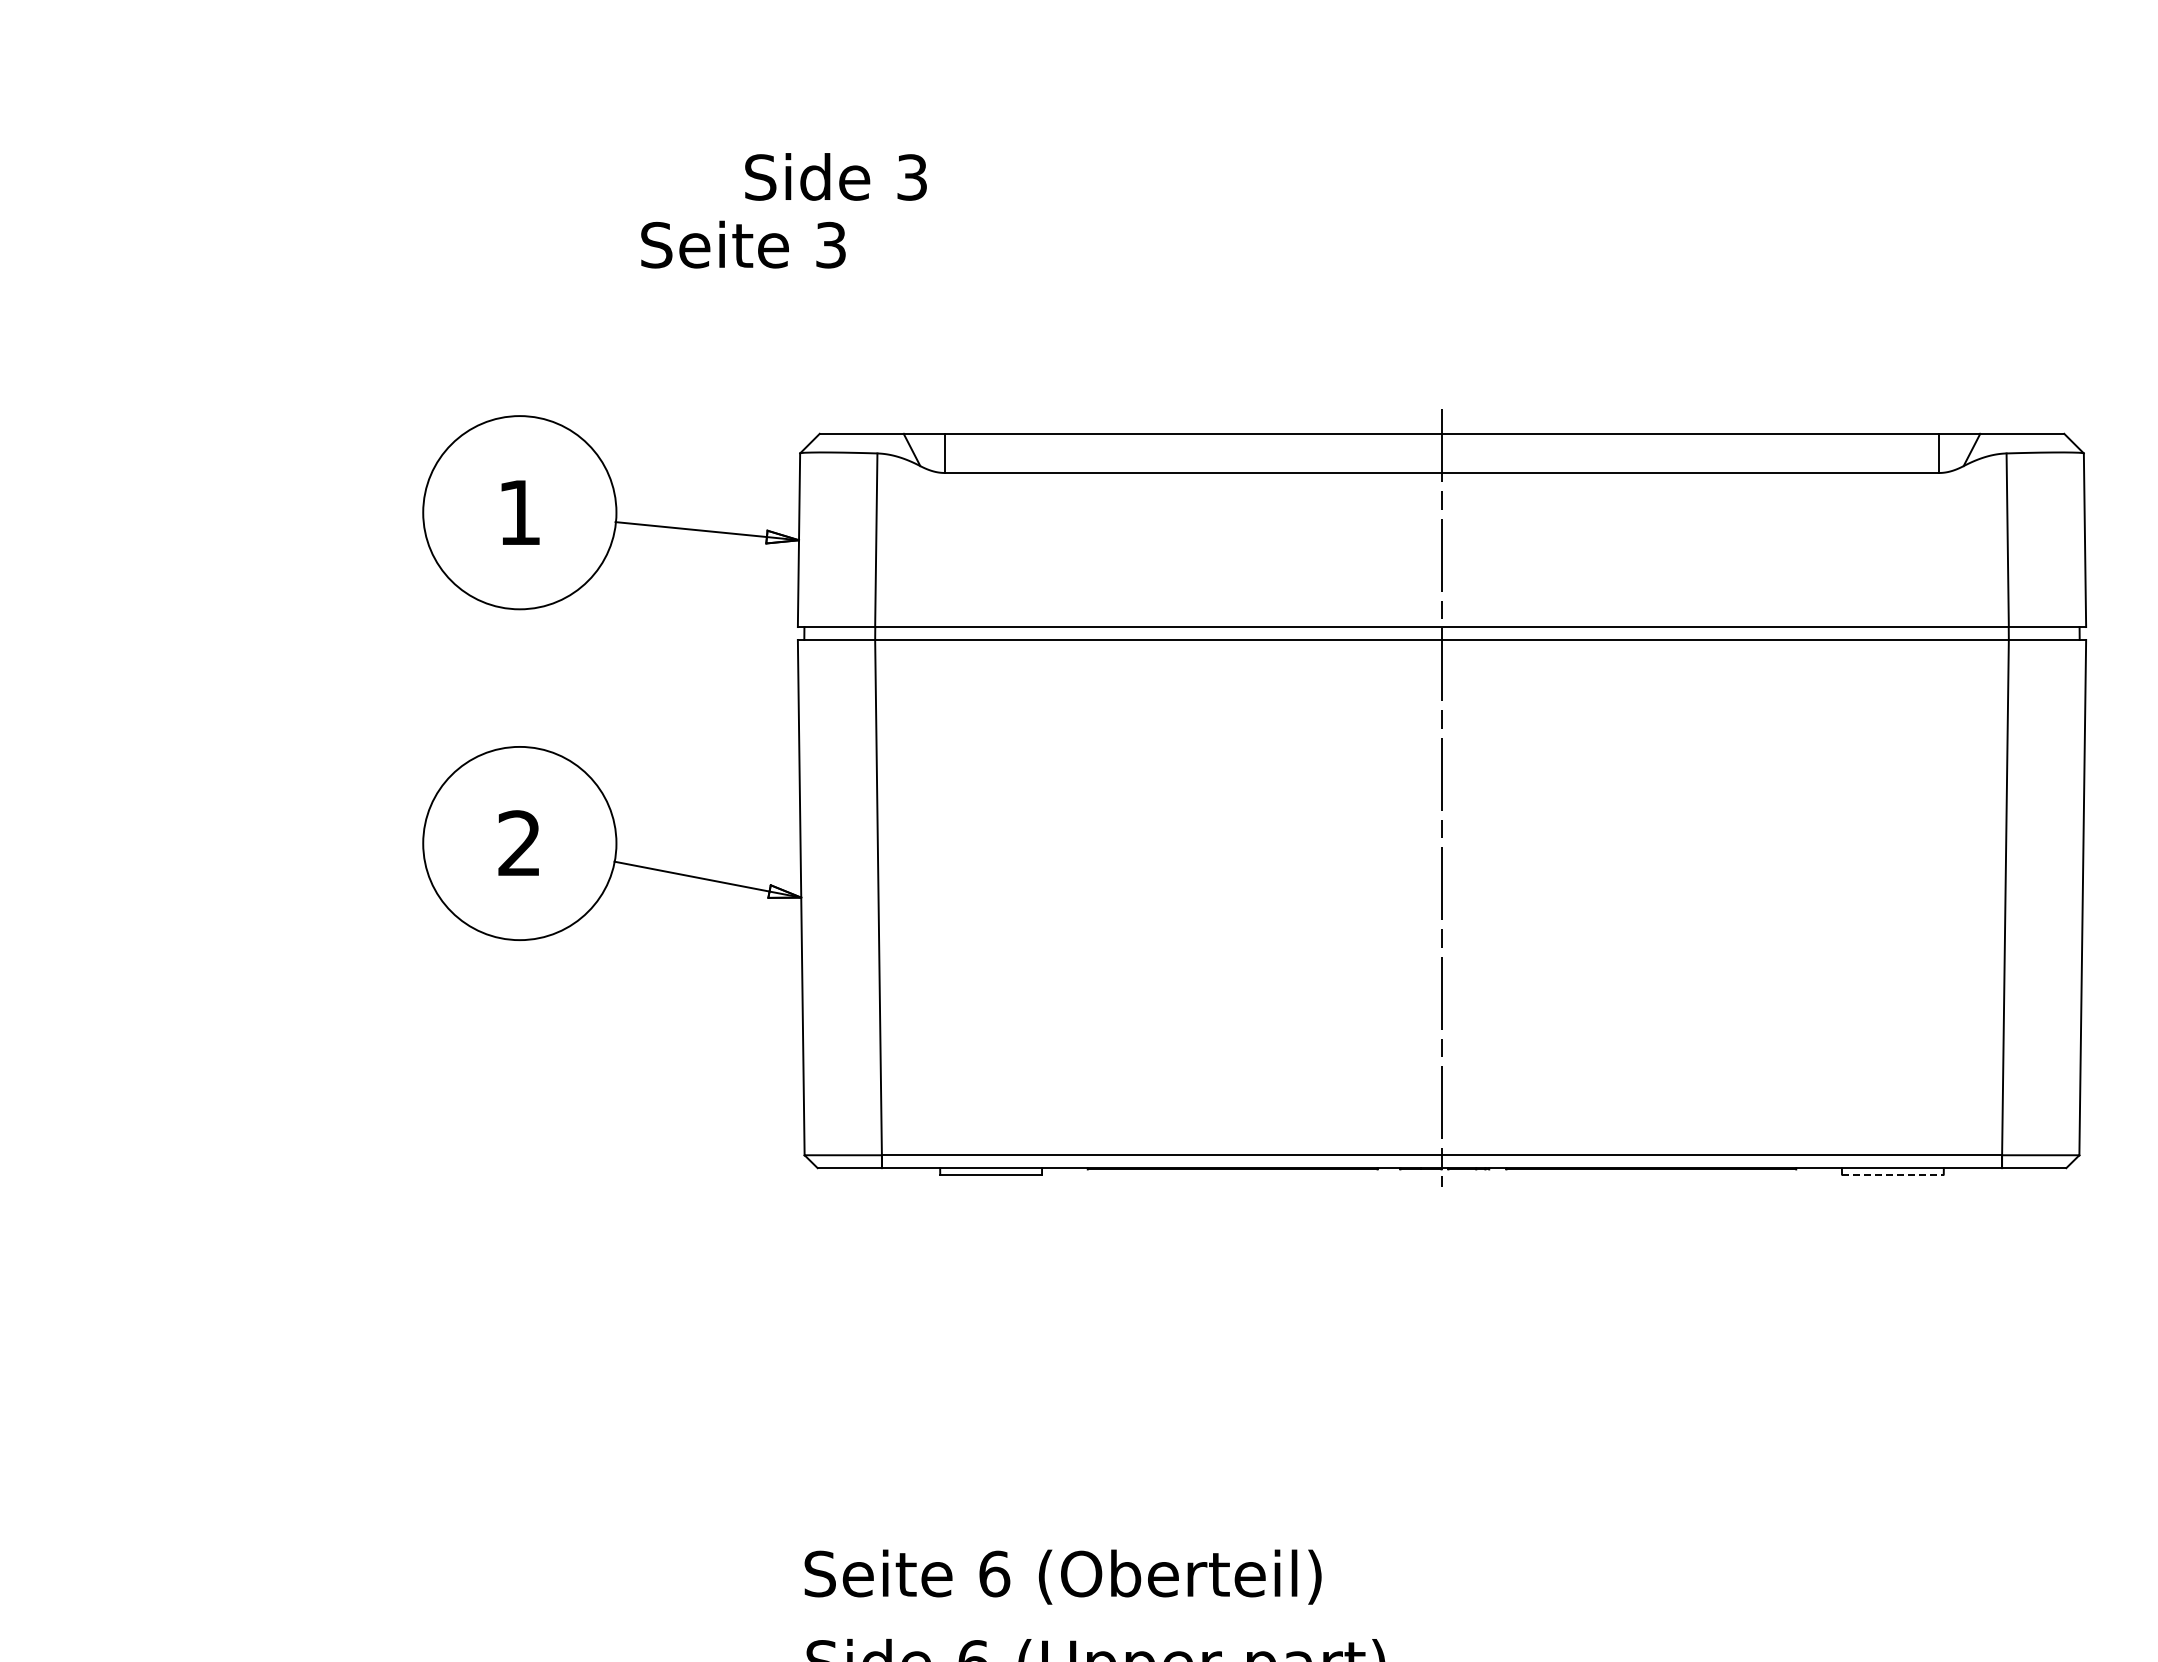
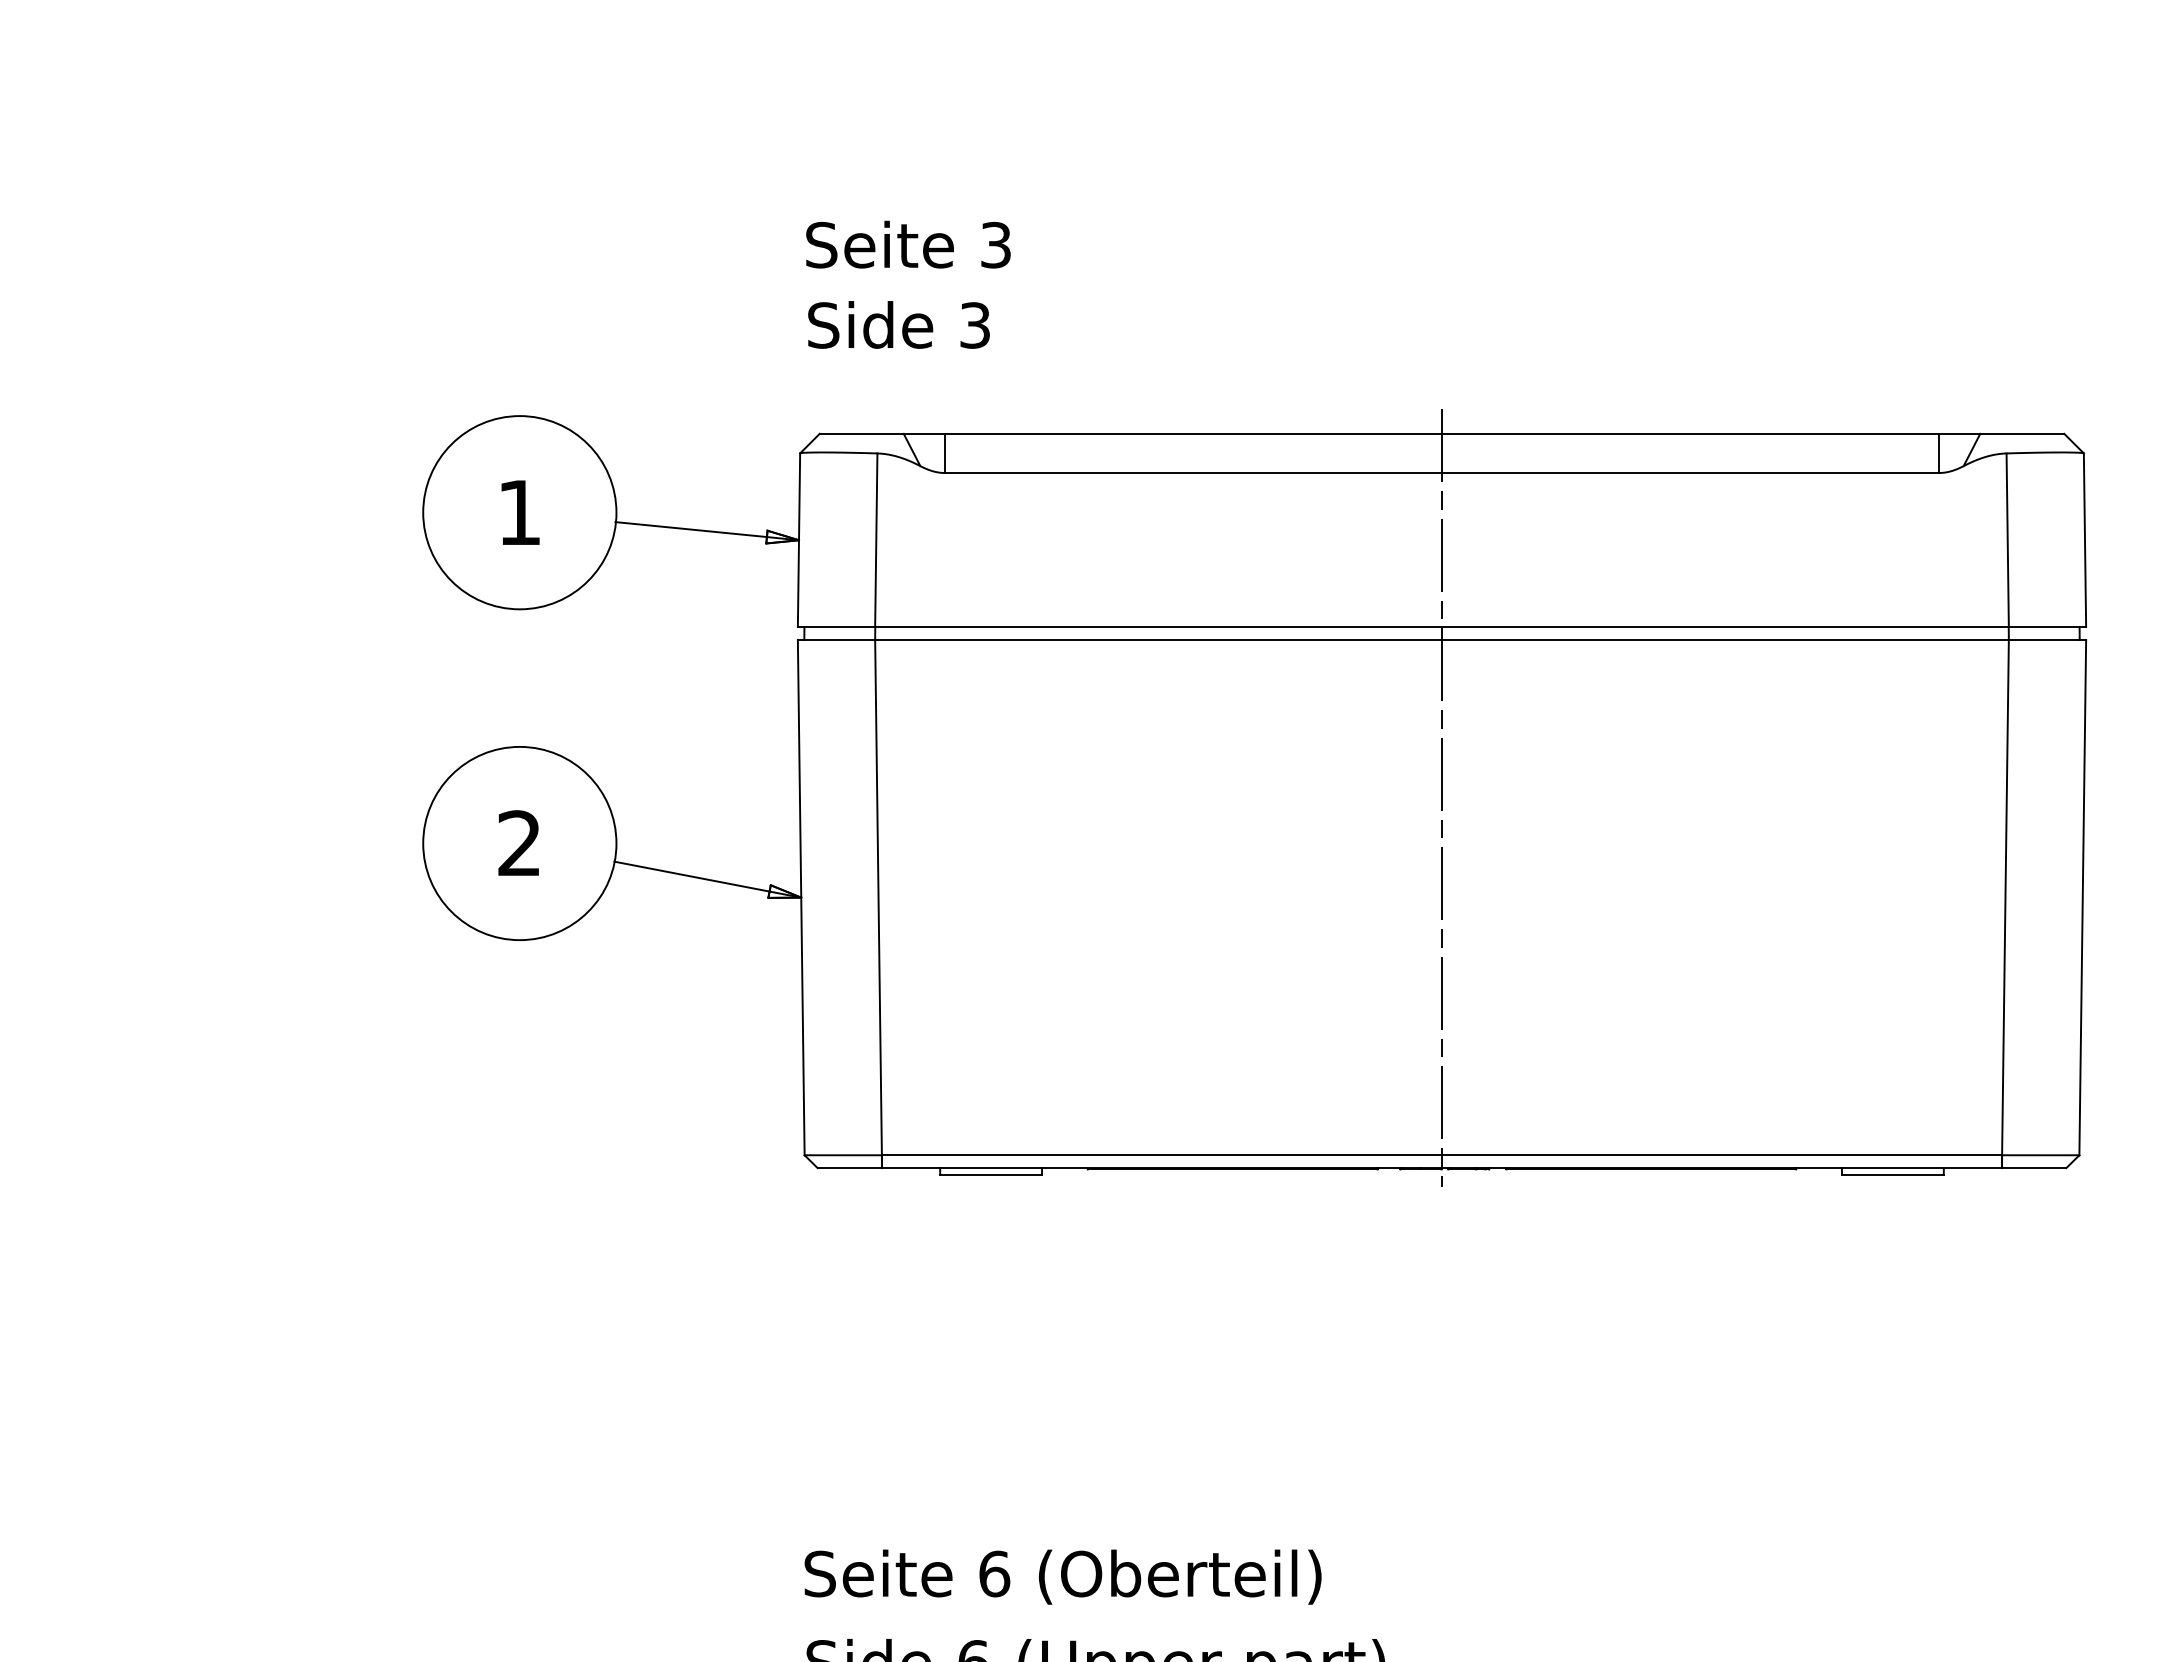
text at (835, 176) position: (835, 176) -> (898, 324)
text at (743, 244) position: (743, 244) -> (908, 244)
line at (1892, 1174): dashed -> solid
